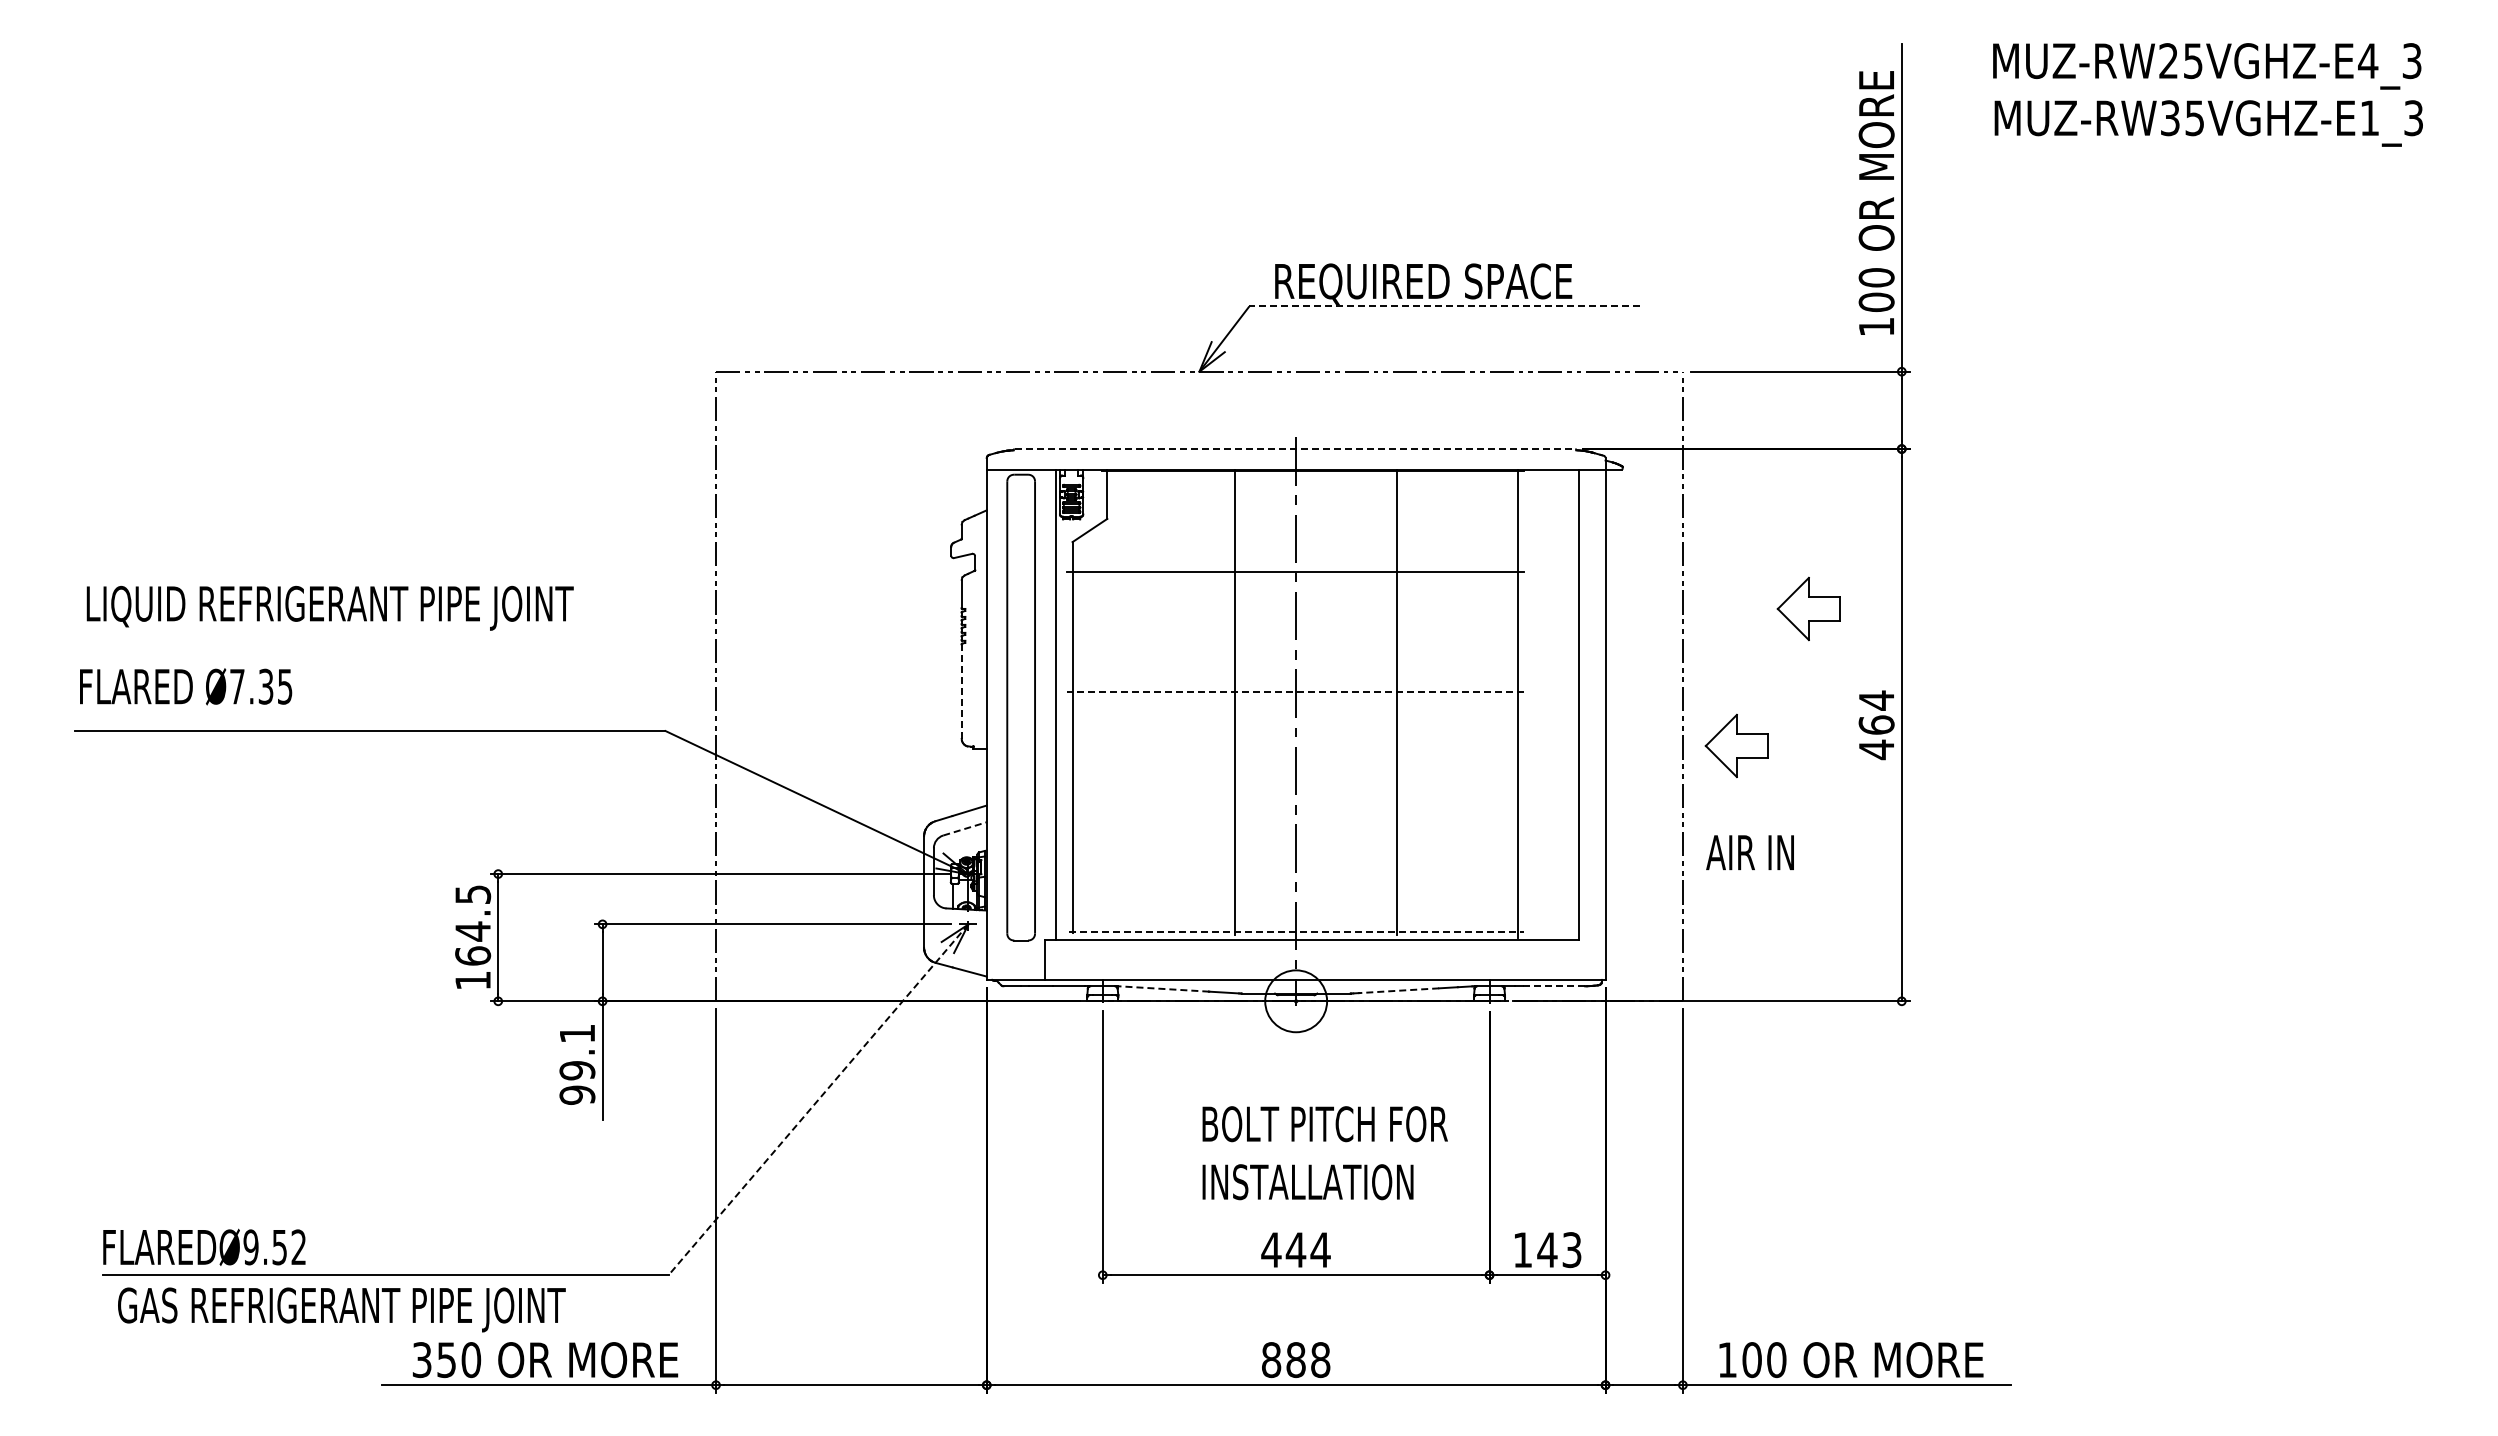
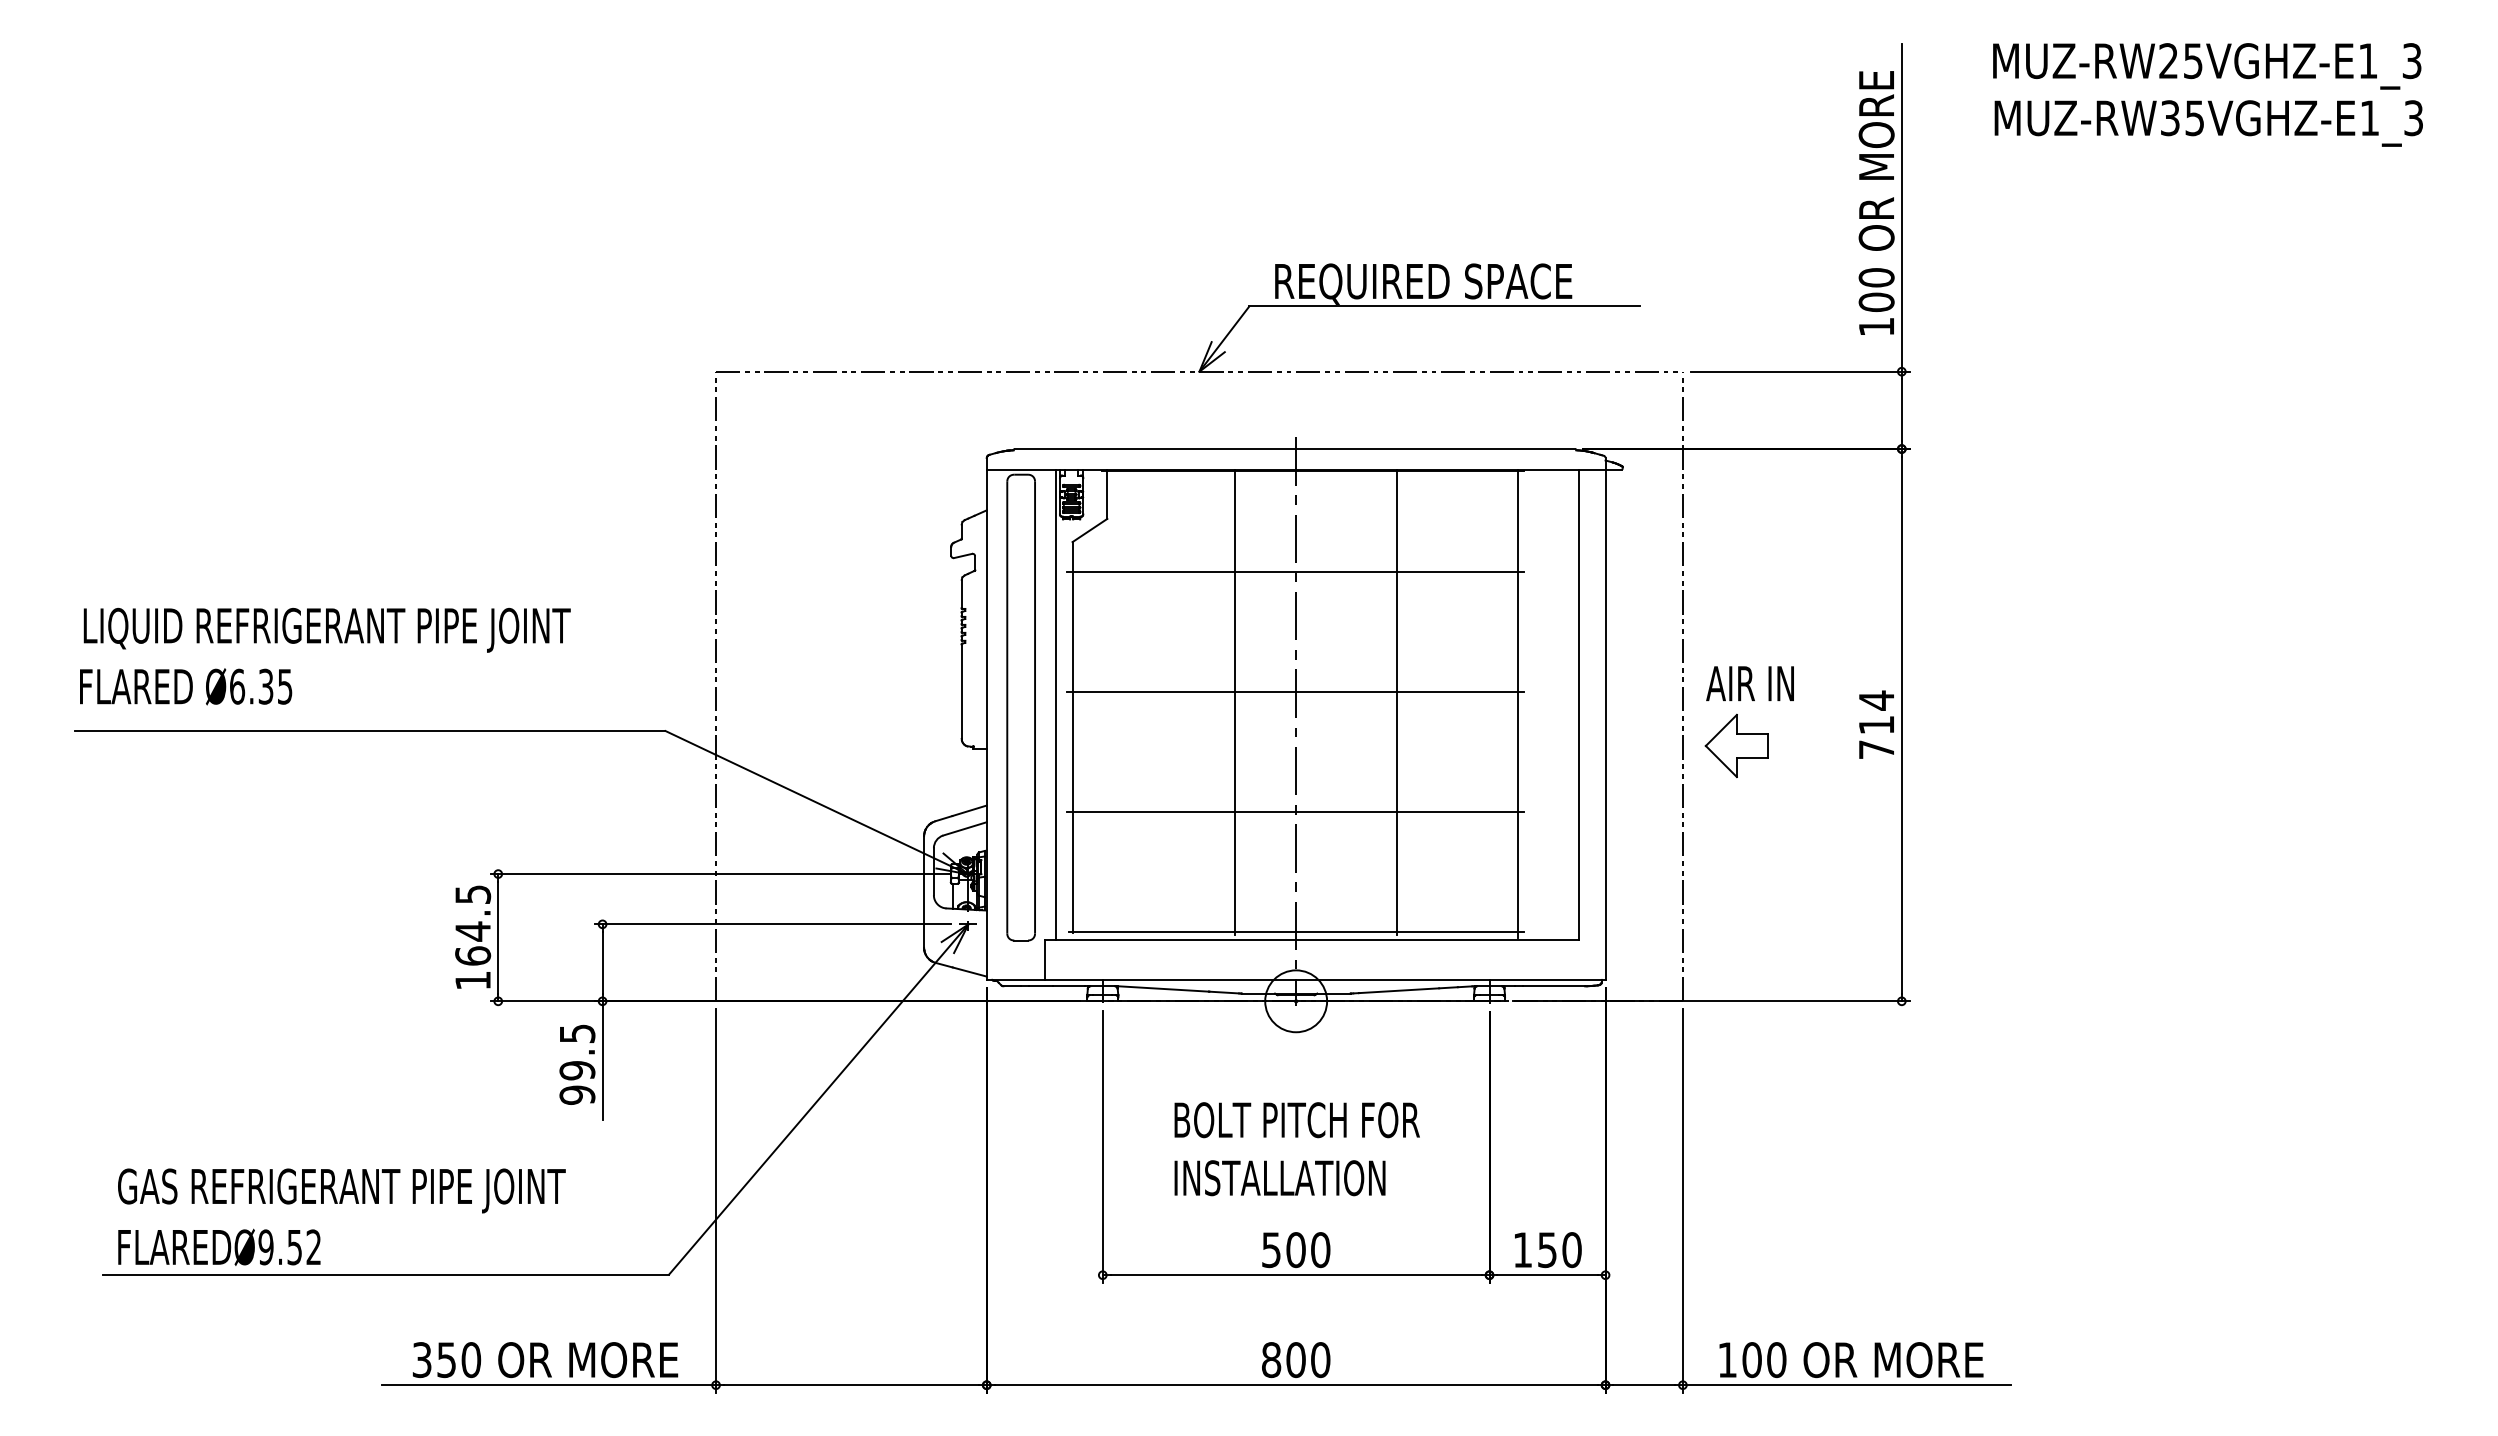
text at (2368, 60): MUZ-RW25VGHZ-E4_3 -> MUZ-RW25VGHZ-E1_3
line at (1444, 306): dashed -> solid
line at (1295, 449): dashed -> solid
text at (329, 607) position: (329, 607) -> (326, 629)
part at (1808, 608): present -> none
text at (237, 686): Ø7.35 -> Ø6.35
line at (1295, 691): dashed -> solid
line at (961, 692): dashed -> solid
text at (1876, 737): 464 -> 714
line at (1295, 811): none -> present
line at (965, 828): dashed -> solid
text at (1749, 852) position: (1749, 852) -> (1749, 683)
line at (1296, 931): dashed -> solid
line at (1554, 986): dashed -> solid
line at (1163, 988): dashed -> solid
line at (1398, 990): dashed -> solid
text at (577, 1033): 99.1 -> 99.5
line at (818, 1099): dashed -> solid
text at (1324, 1153) position: (1324, 1153) -> (1296, 1149)
text at (204, 1246) position: (204, 1246) -> (219, 1246)
text at (1295, 1250): 444 -> 500
text at (1559, 1250): 143 -> 150
text at (341, 1309) position: (341, 1309) -> (341, 1190)
text at (1308, 1359): 888 -> 800
